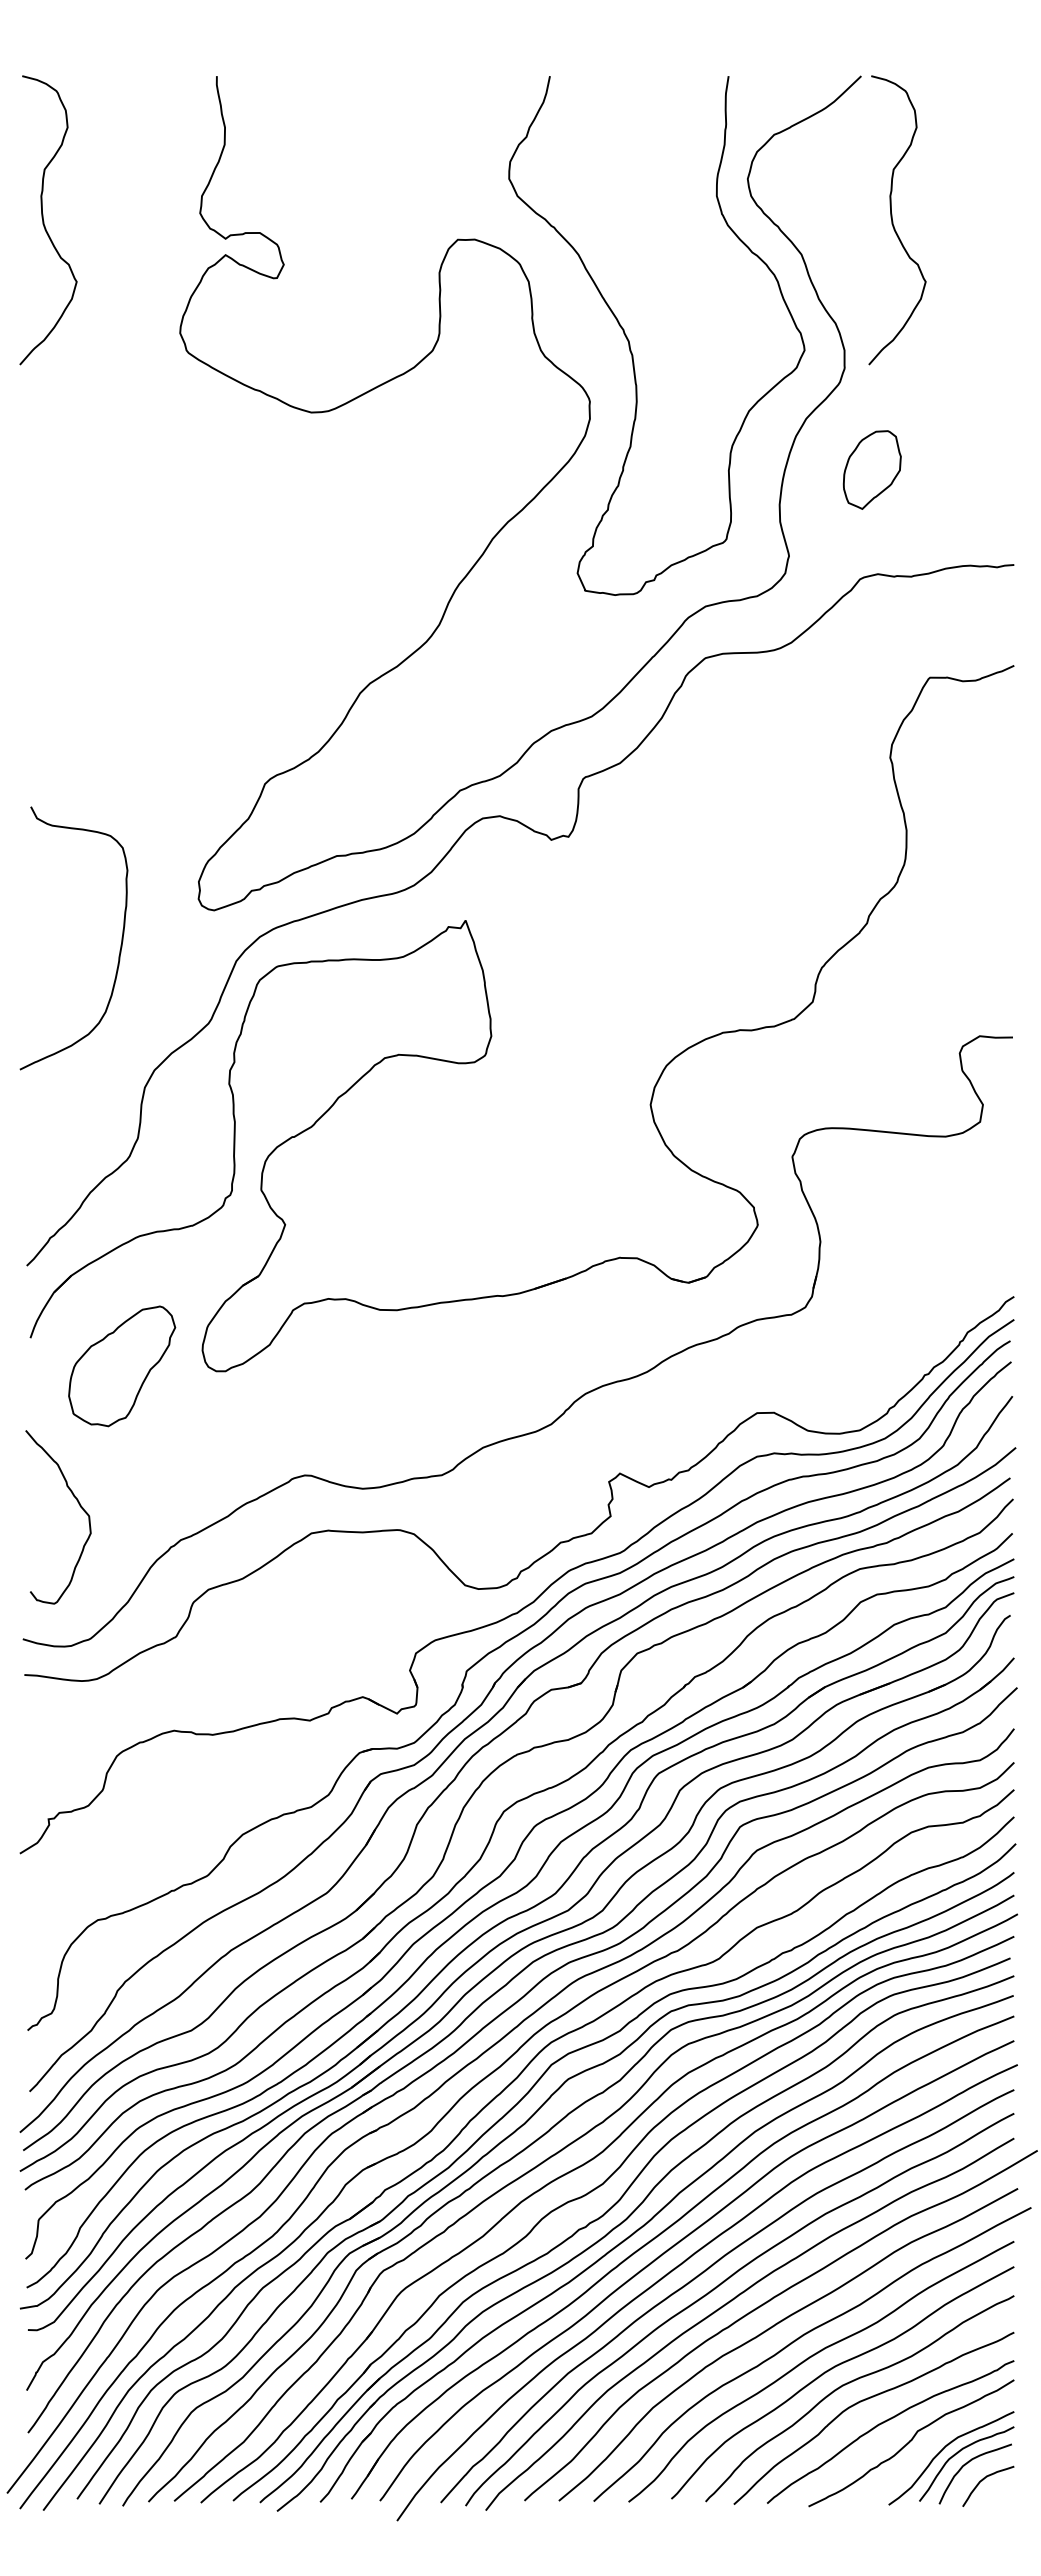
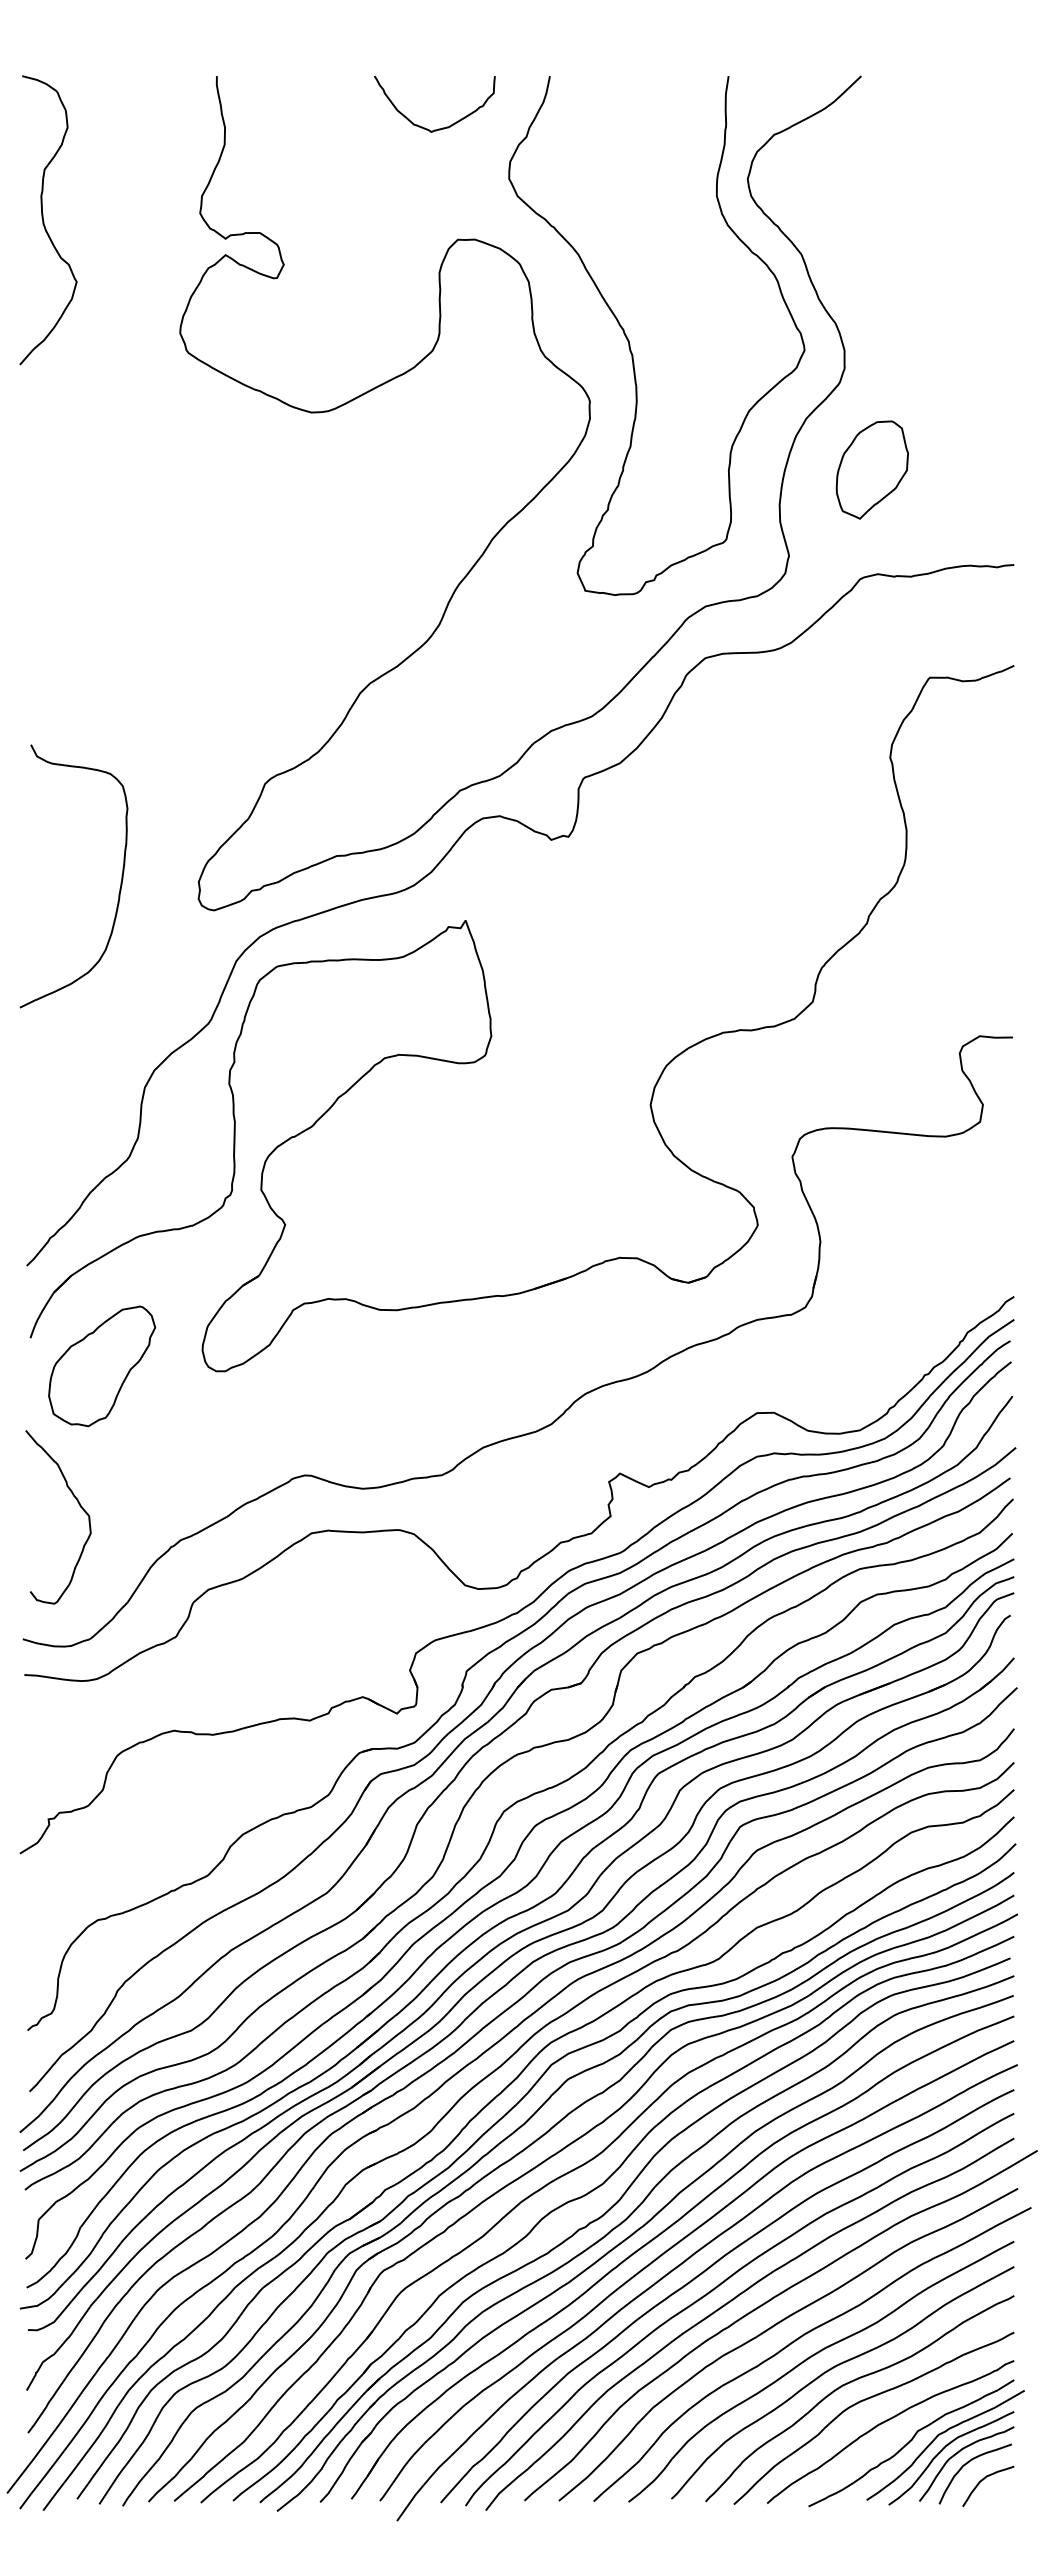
curve at (442, 127): none -> present
curve at (893, 221): present -> none
part at (871, 469) size: 60x80 px -> 74x100 px
curve at (120, 944) position: (120, 944) -> (120, 882)
part at (122, 1366) position: (122, 1366) -> (102, 1366)
curve at (937, 2437): none -> present
